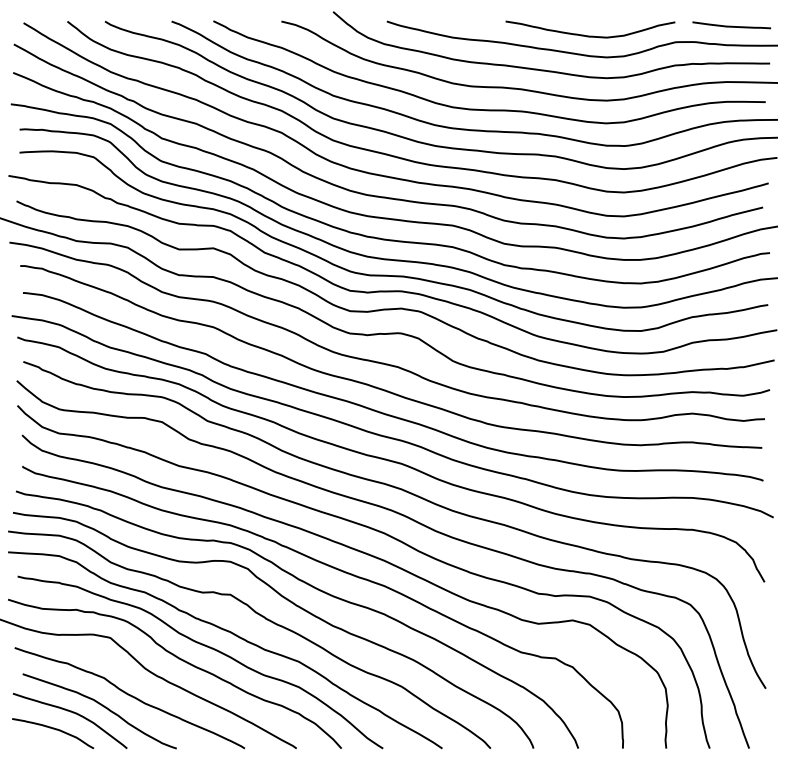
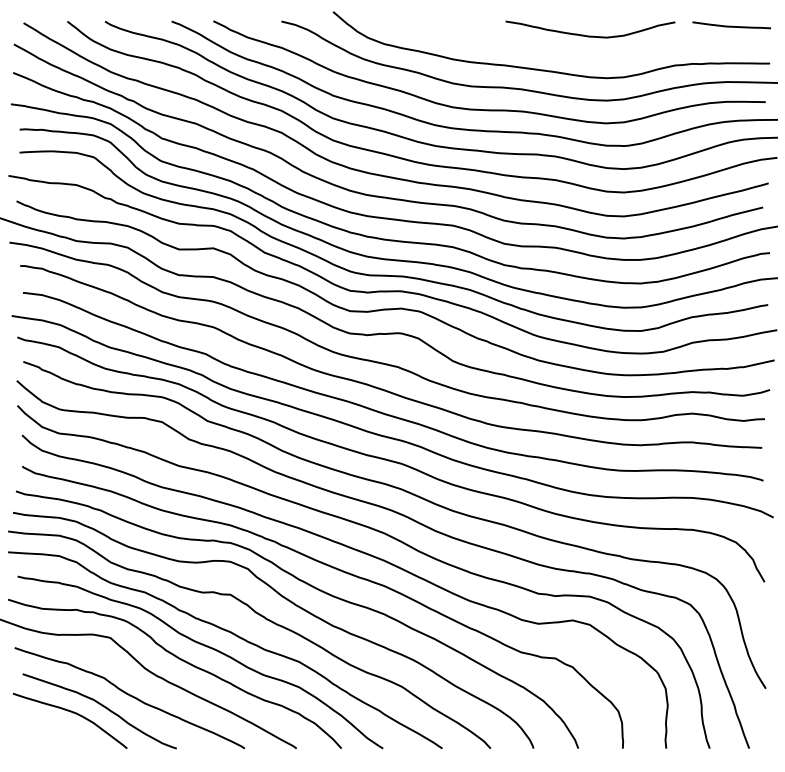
curve at (581, 53): present -> none
curve at (53, 729): present -> none
